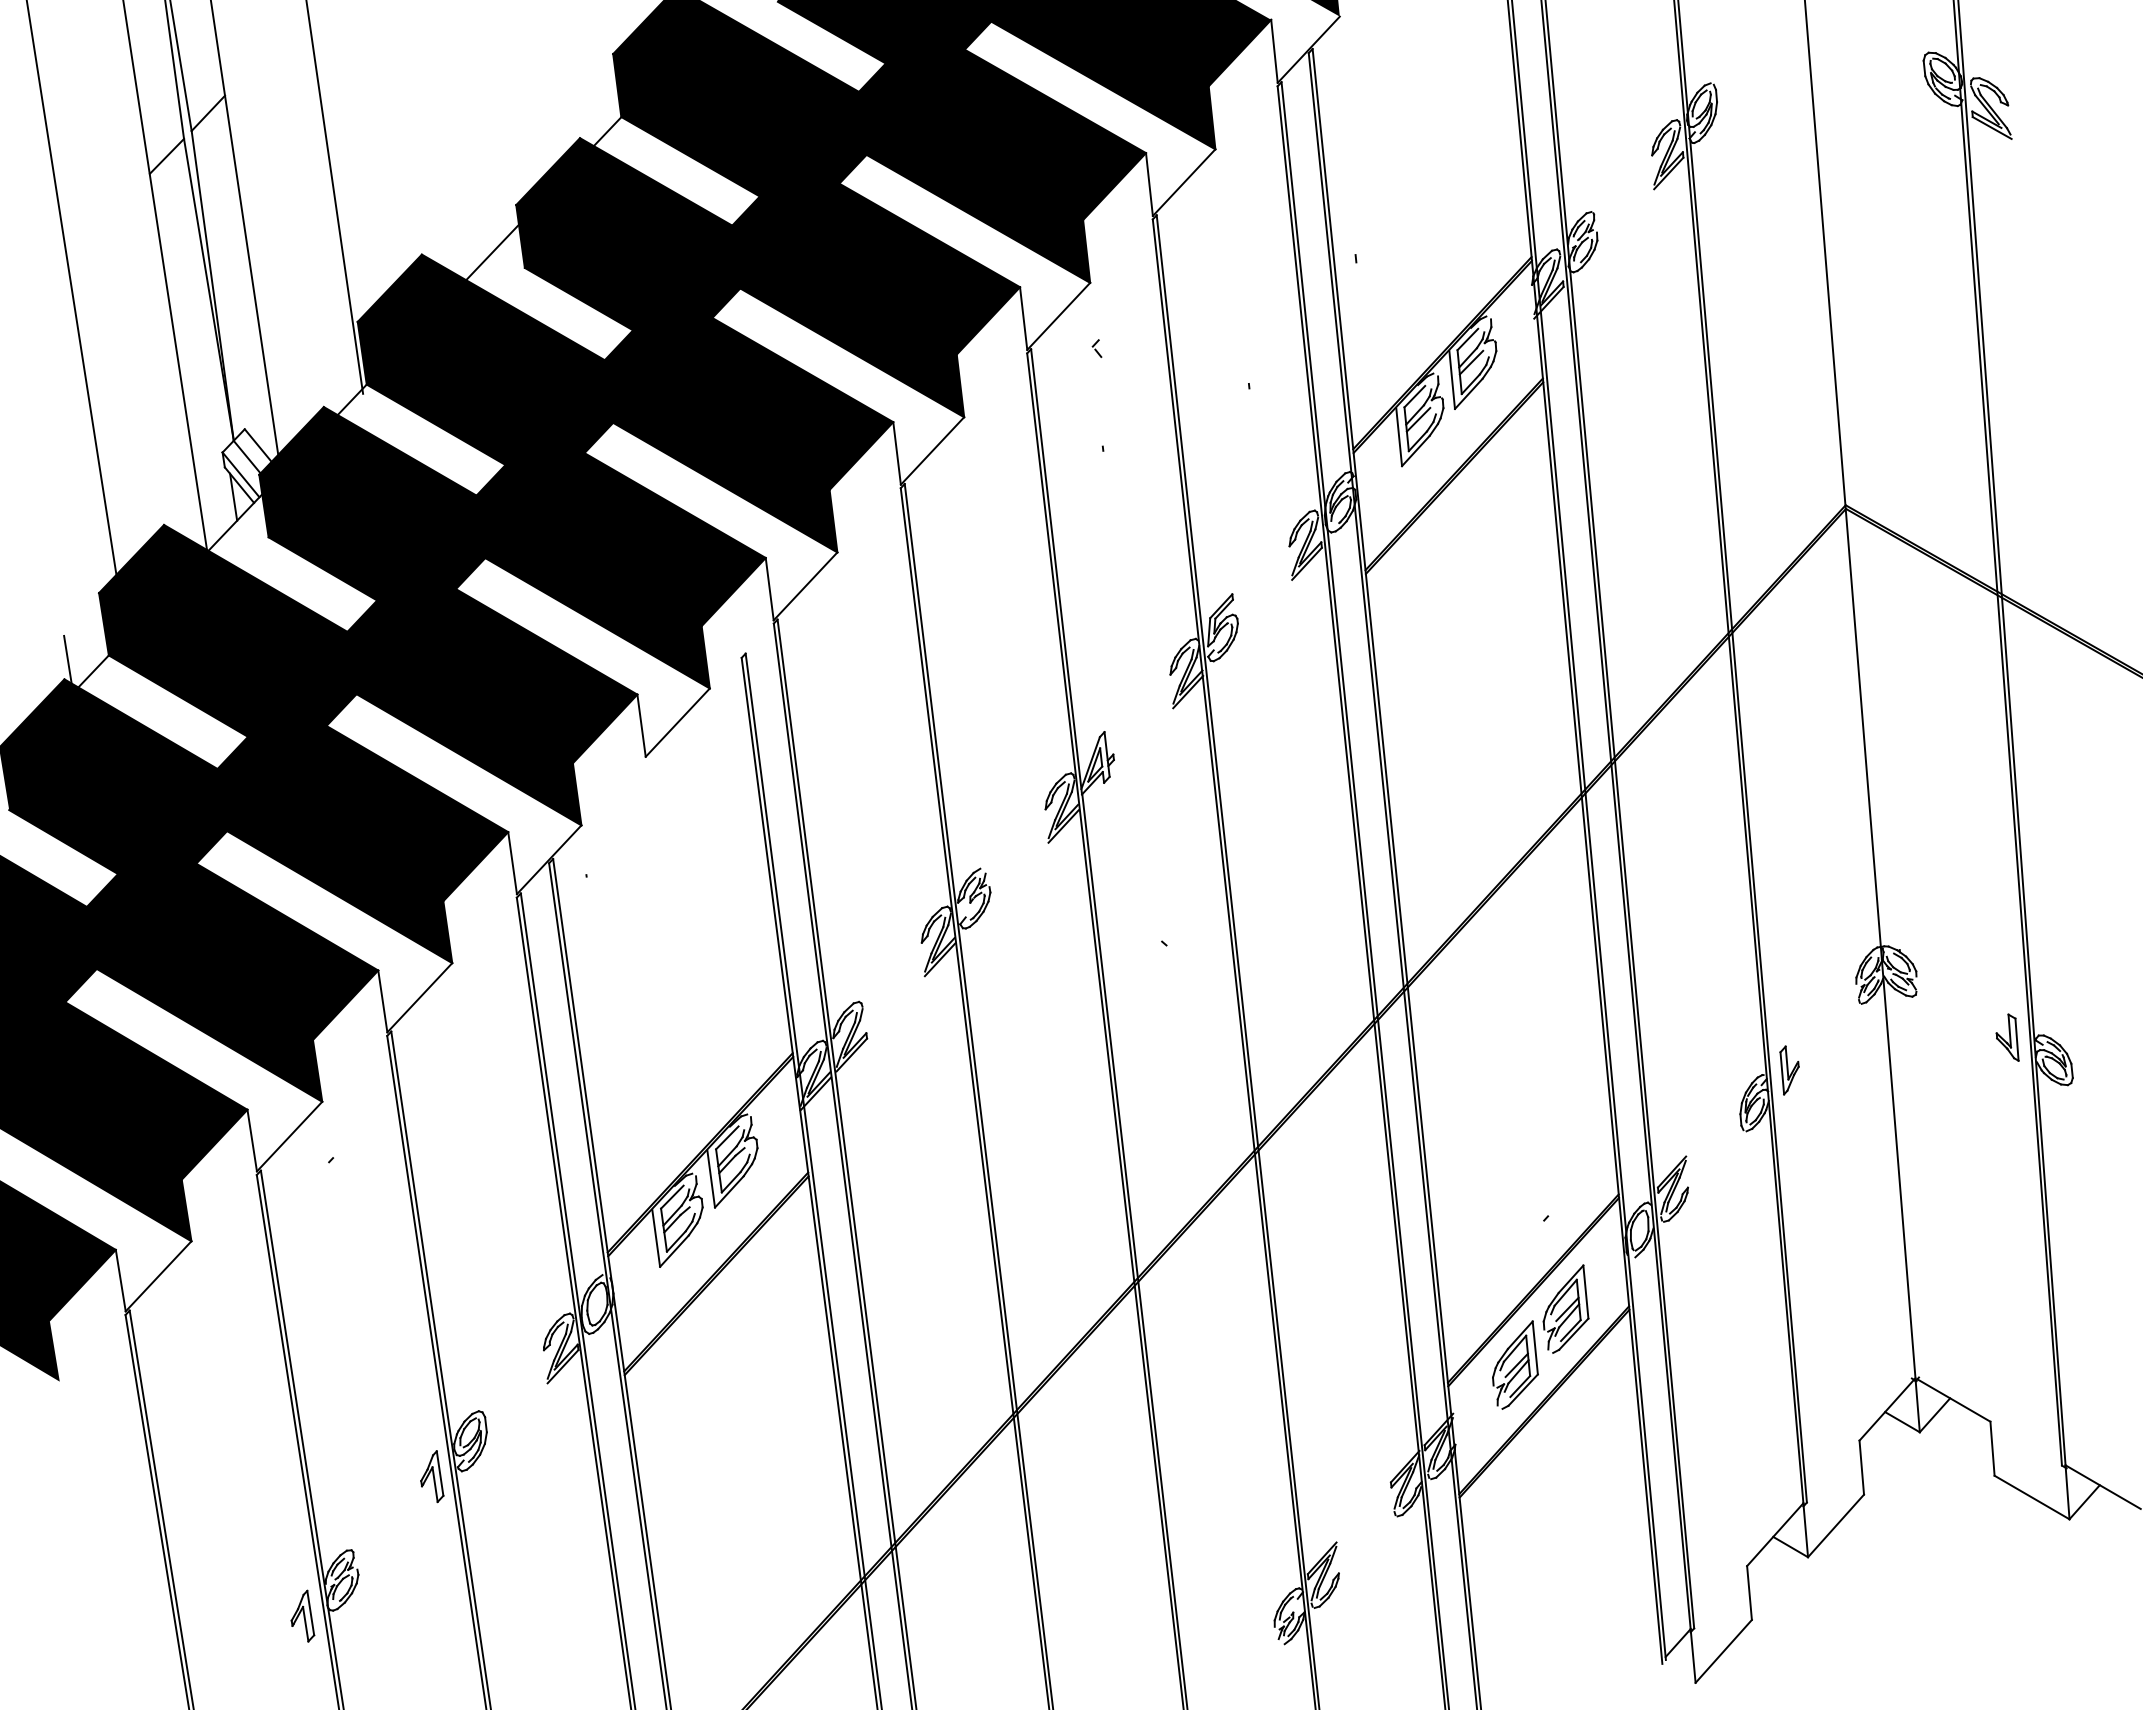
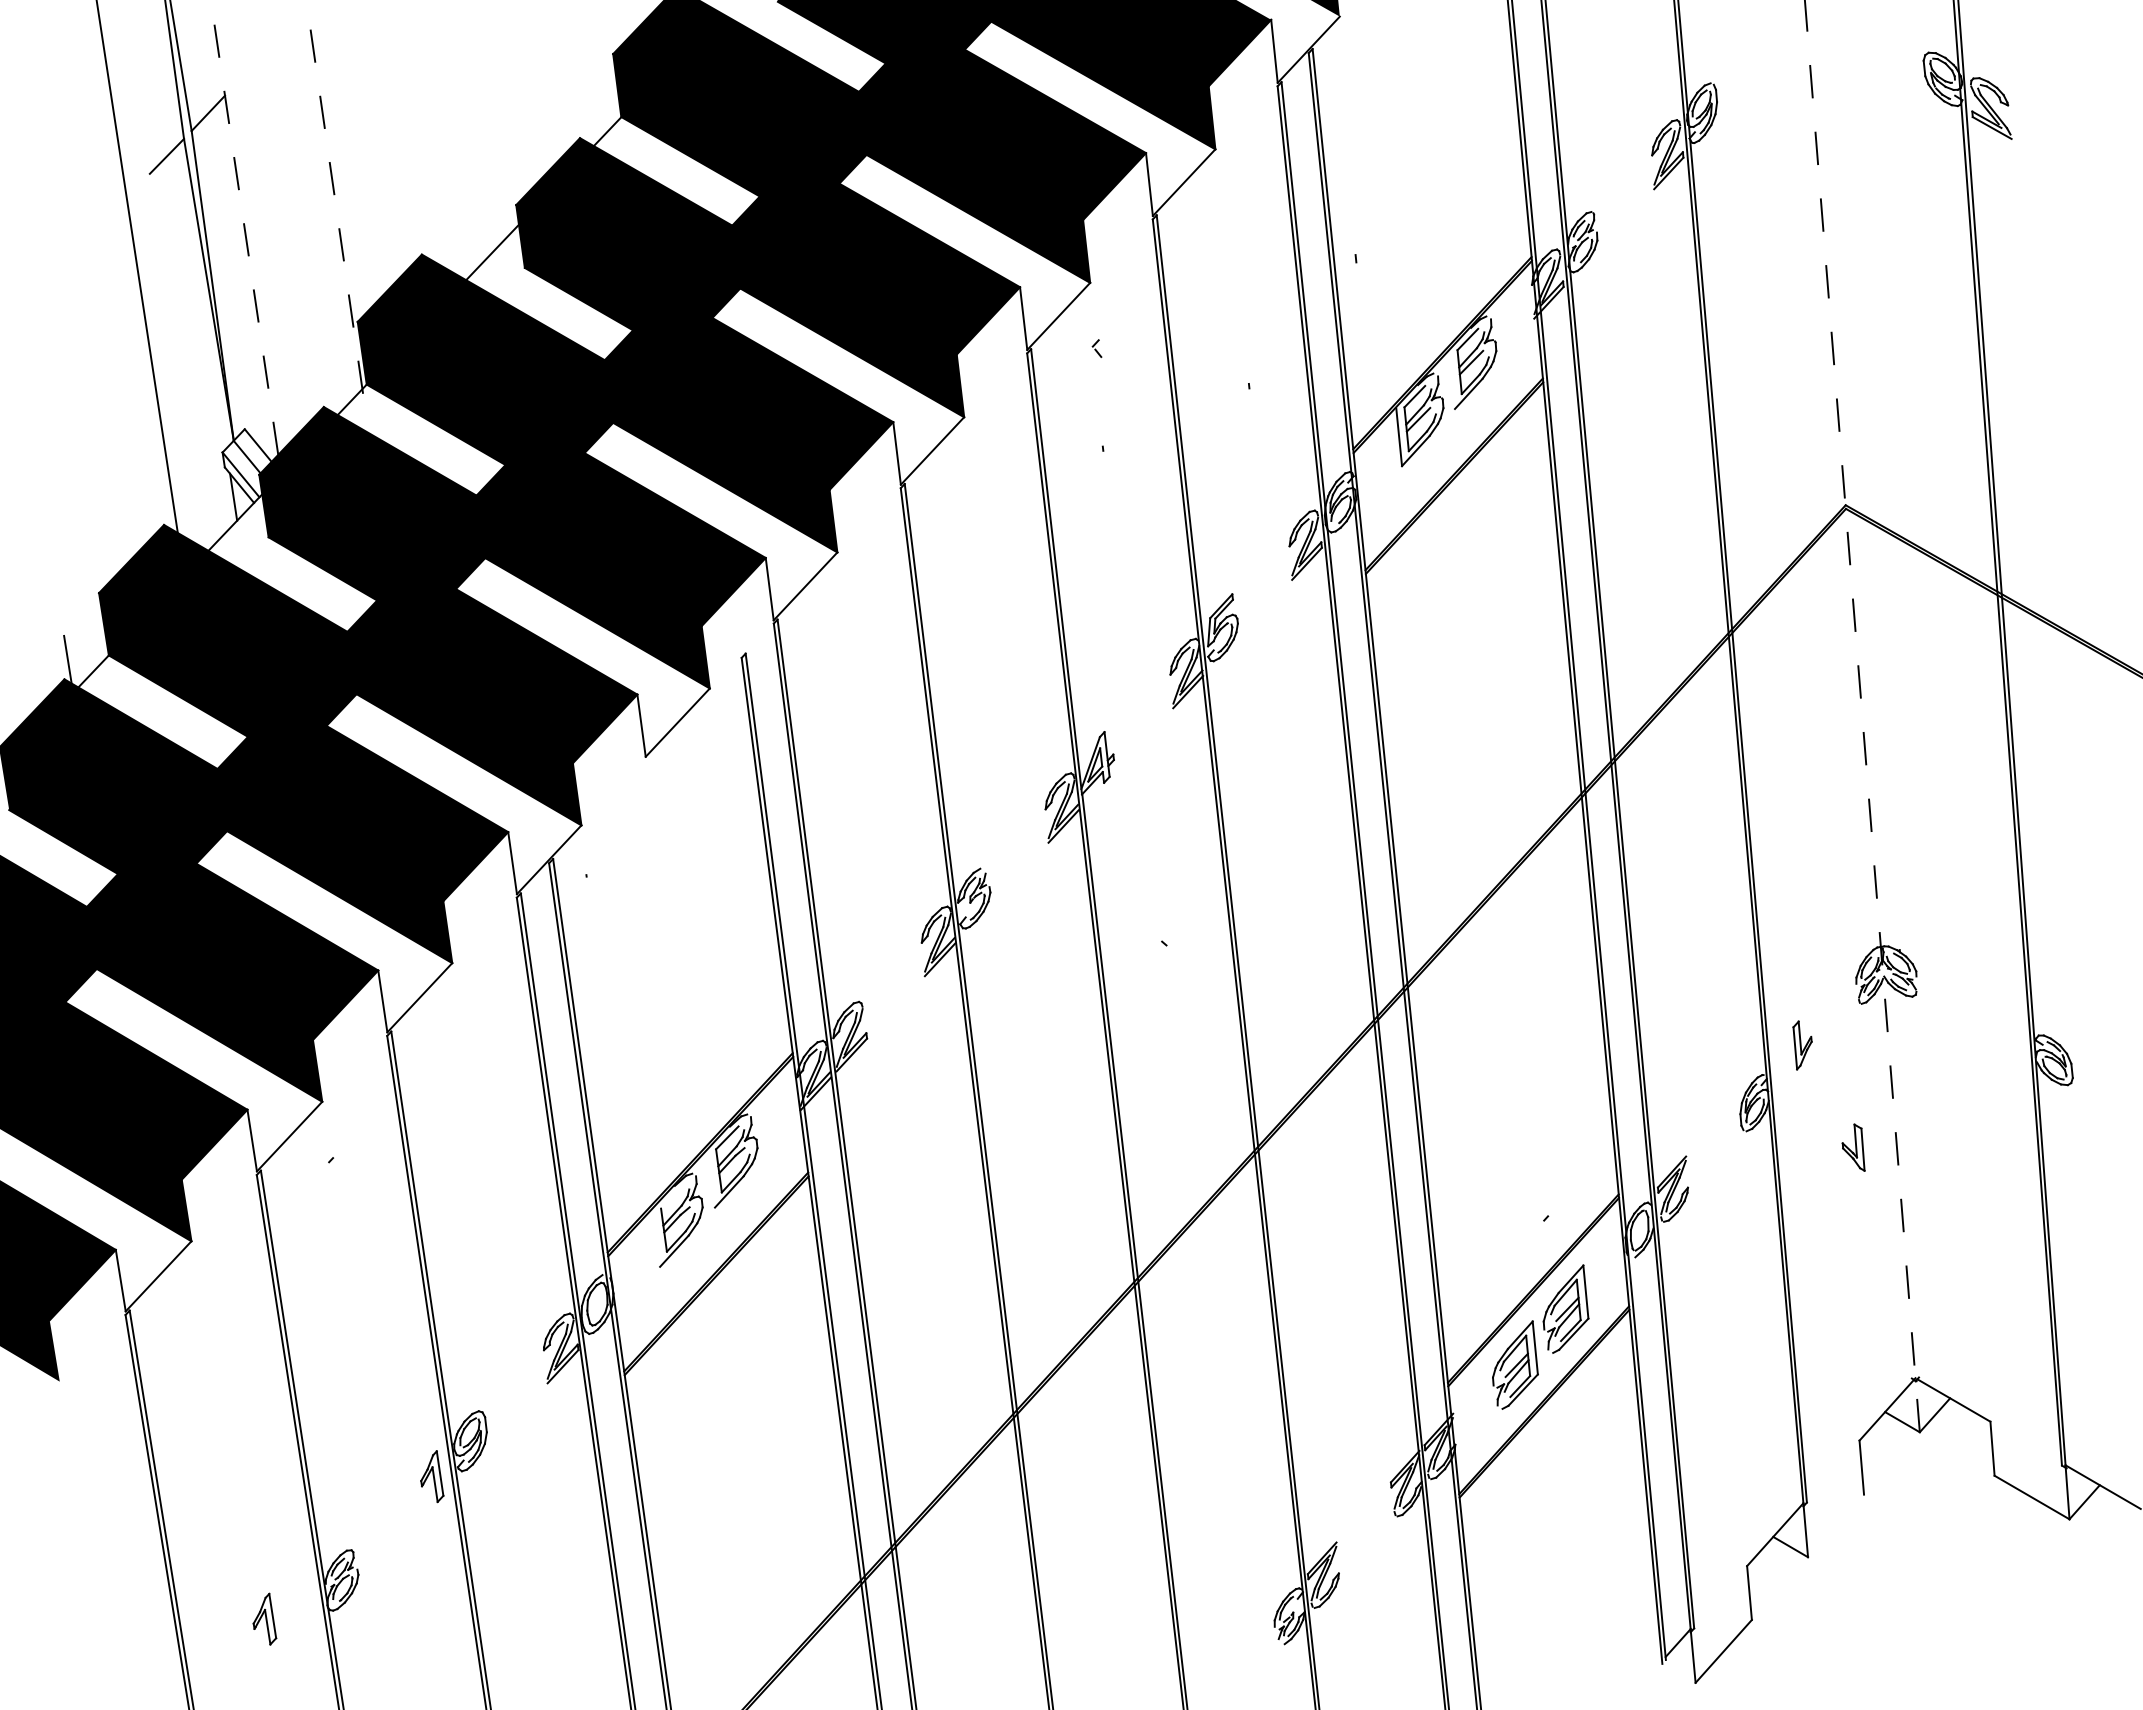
line at (334, 196): solid -> dashed
line at (244, 227): solid -> dashed
line at (165, 276) position: (165, 276) -> (138, 278)
line at (71, 288): present -> none
line at (1451, 380): present -> none
line at (1862, 715): solid -> dashed
part at (2007, 1037) position: (2007, 1037) -> (1853, 1147)
part at (1789, 1070) position: (1789, 1070) -> (1802, 1045)
line at (711, 1178): present -> none
line at (672, 1196): present -> none
line at (656, 1238): present -> none
line at (1836, 1525): present -> none
part at (302, 1615) position: (302, 1615) -> (264, 1618)
